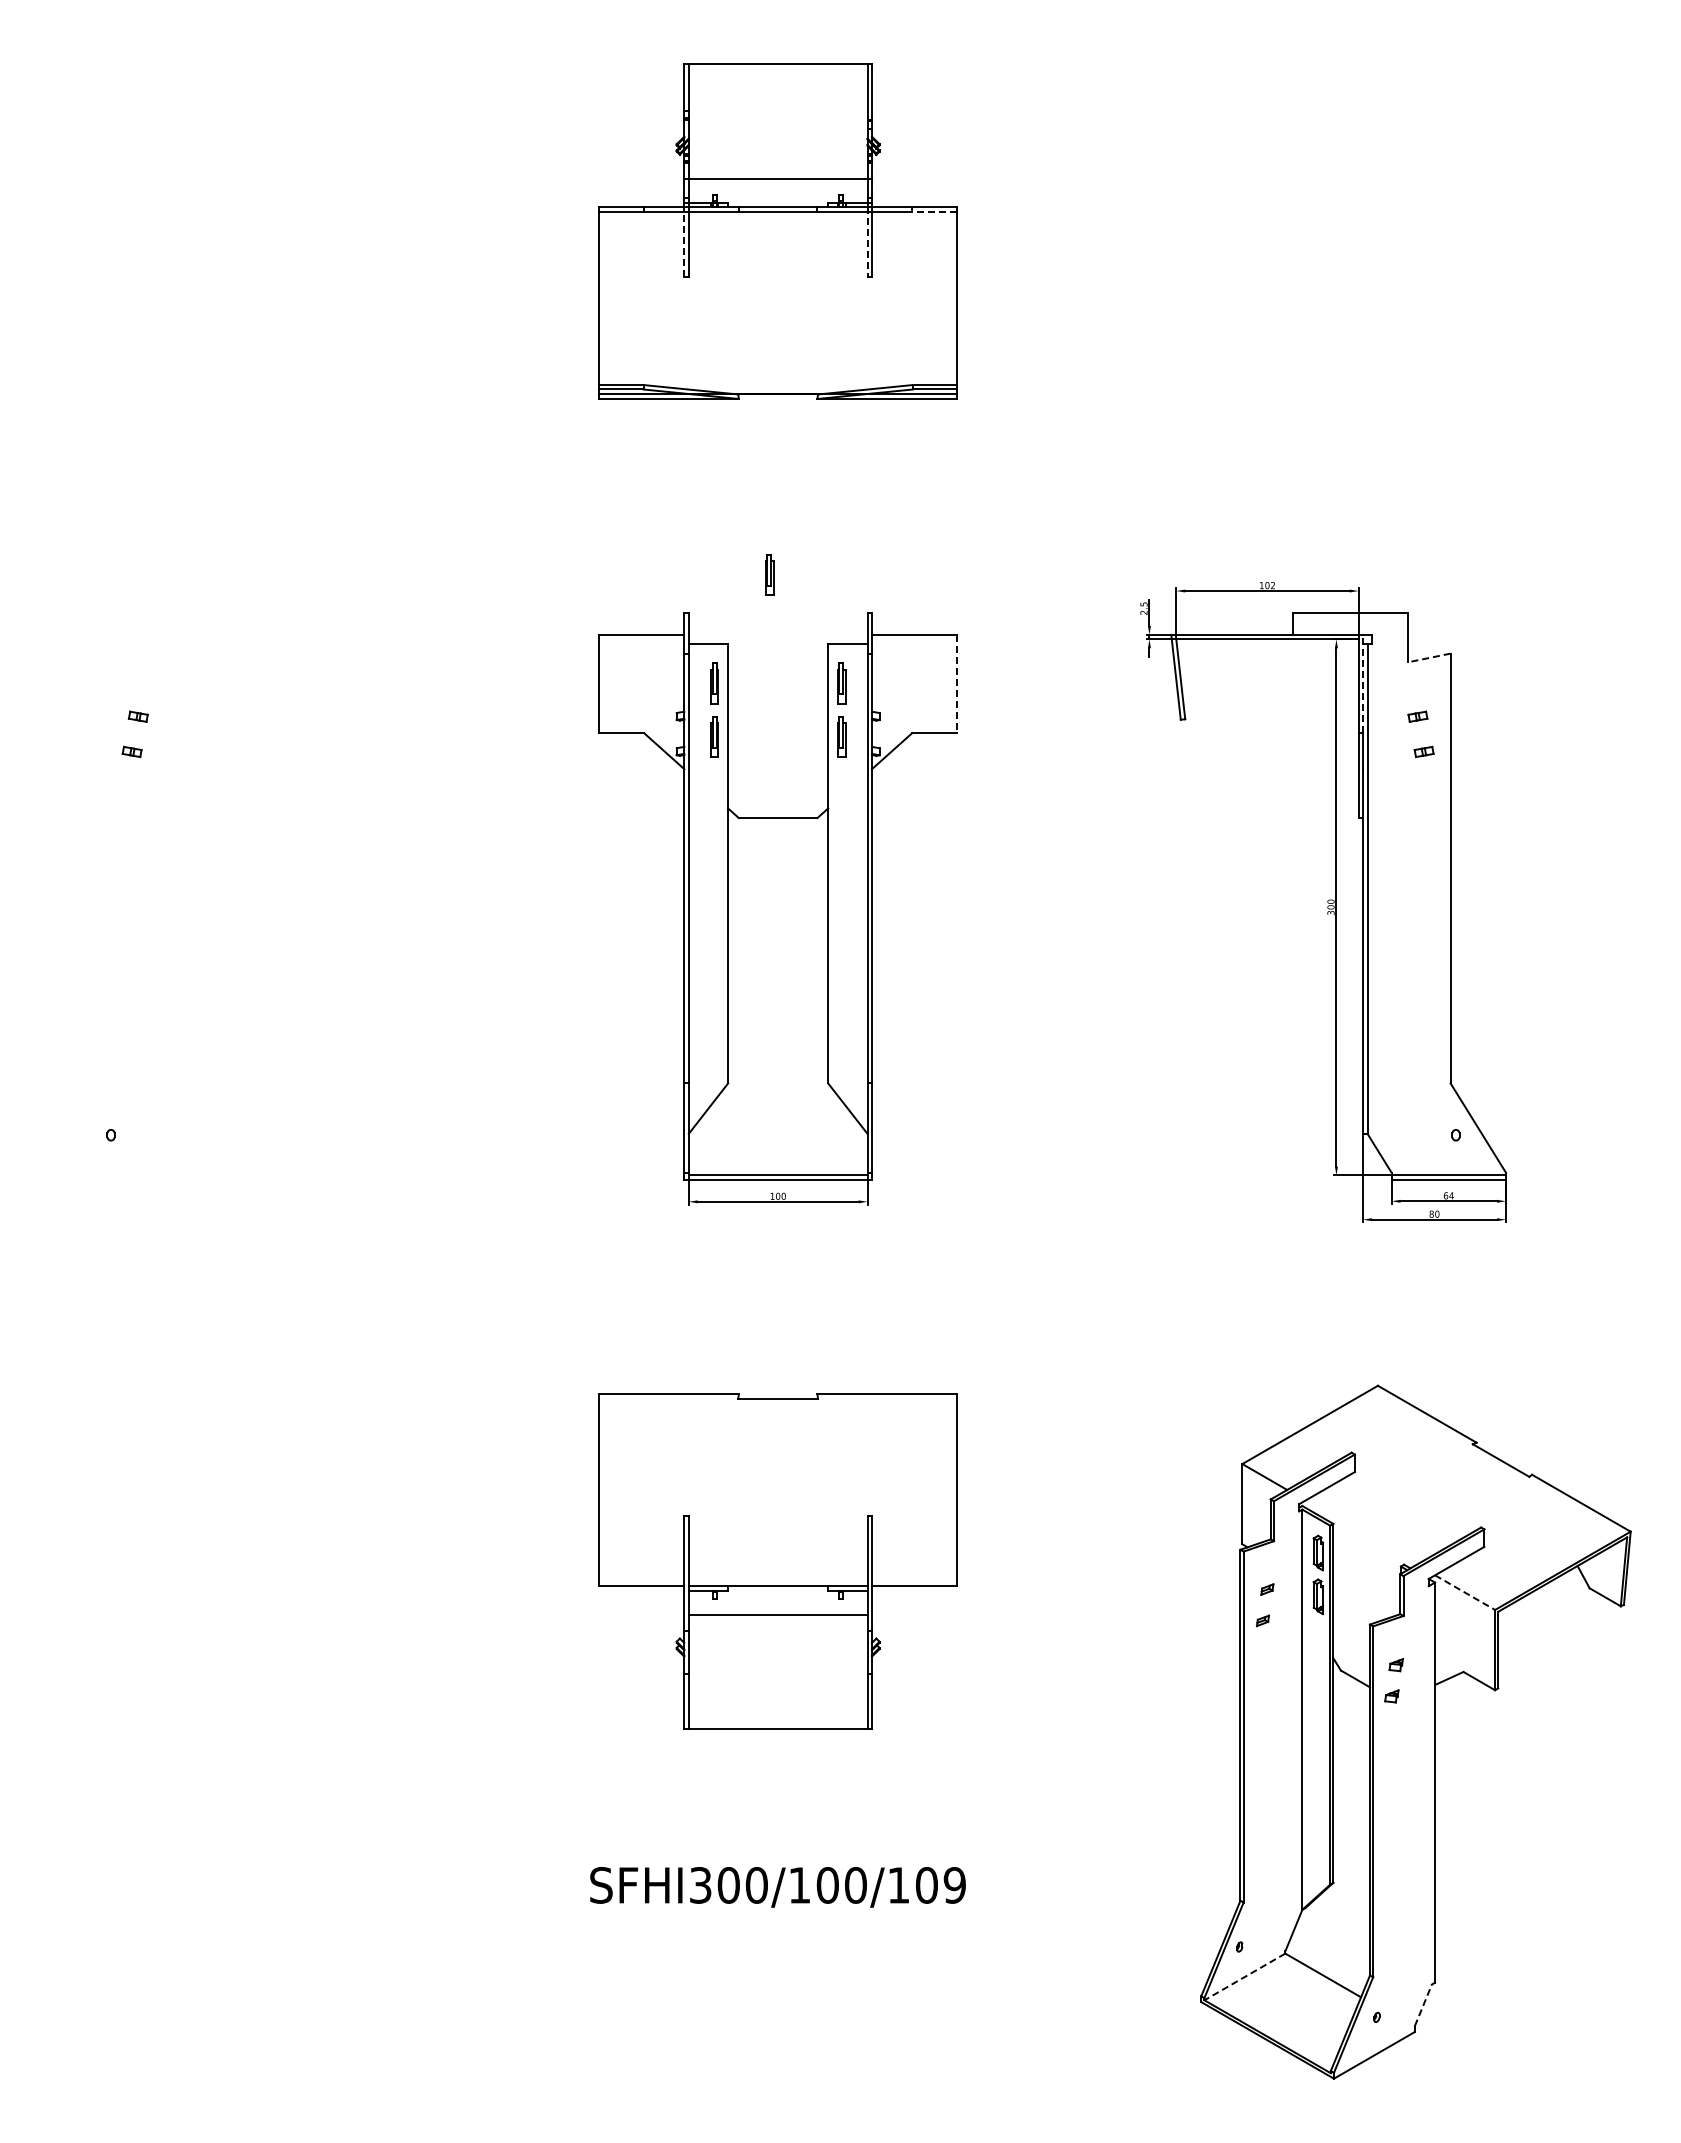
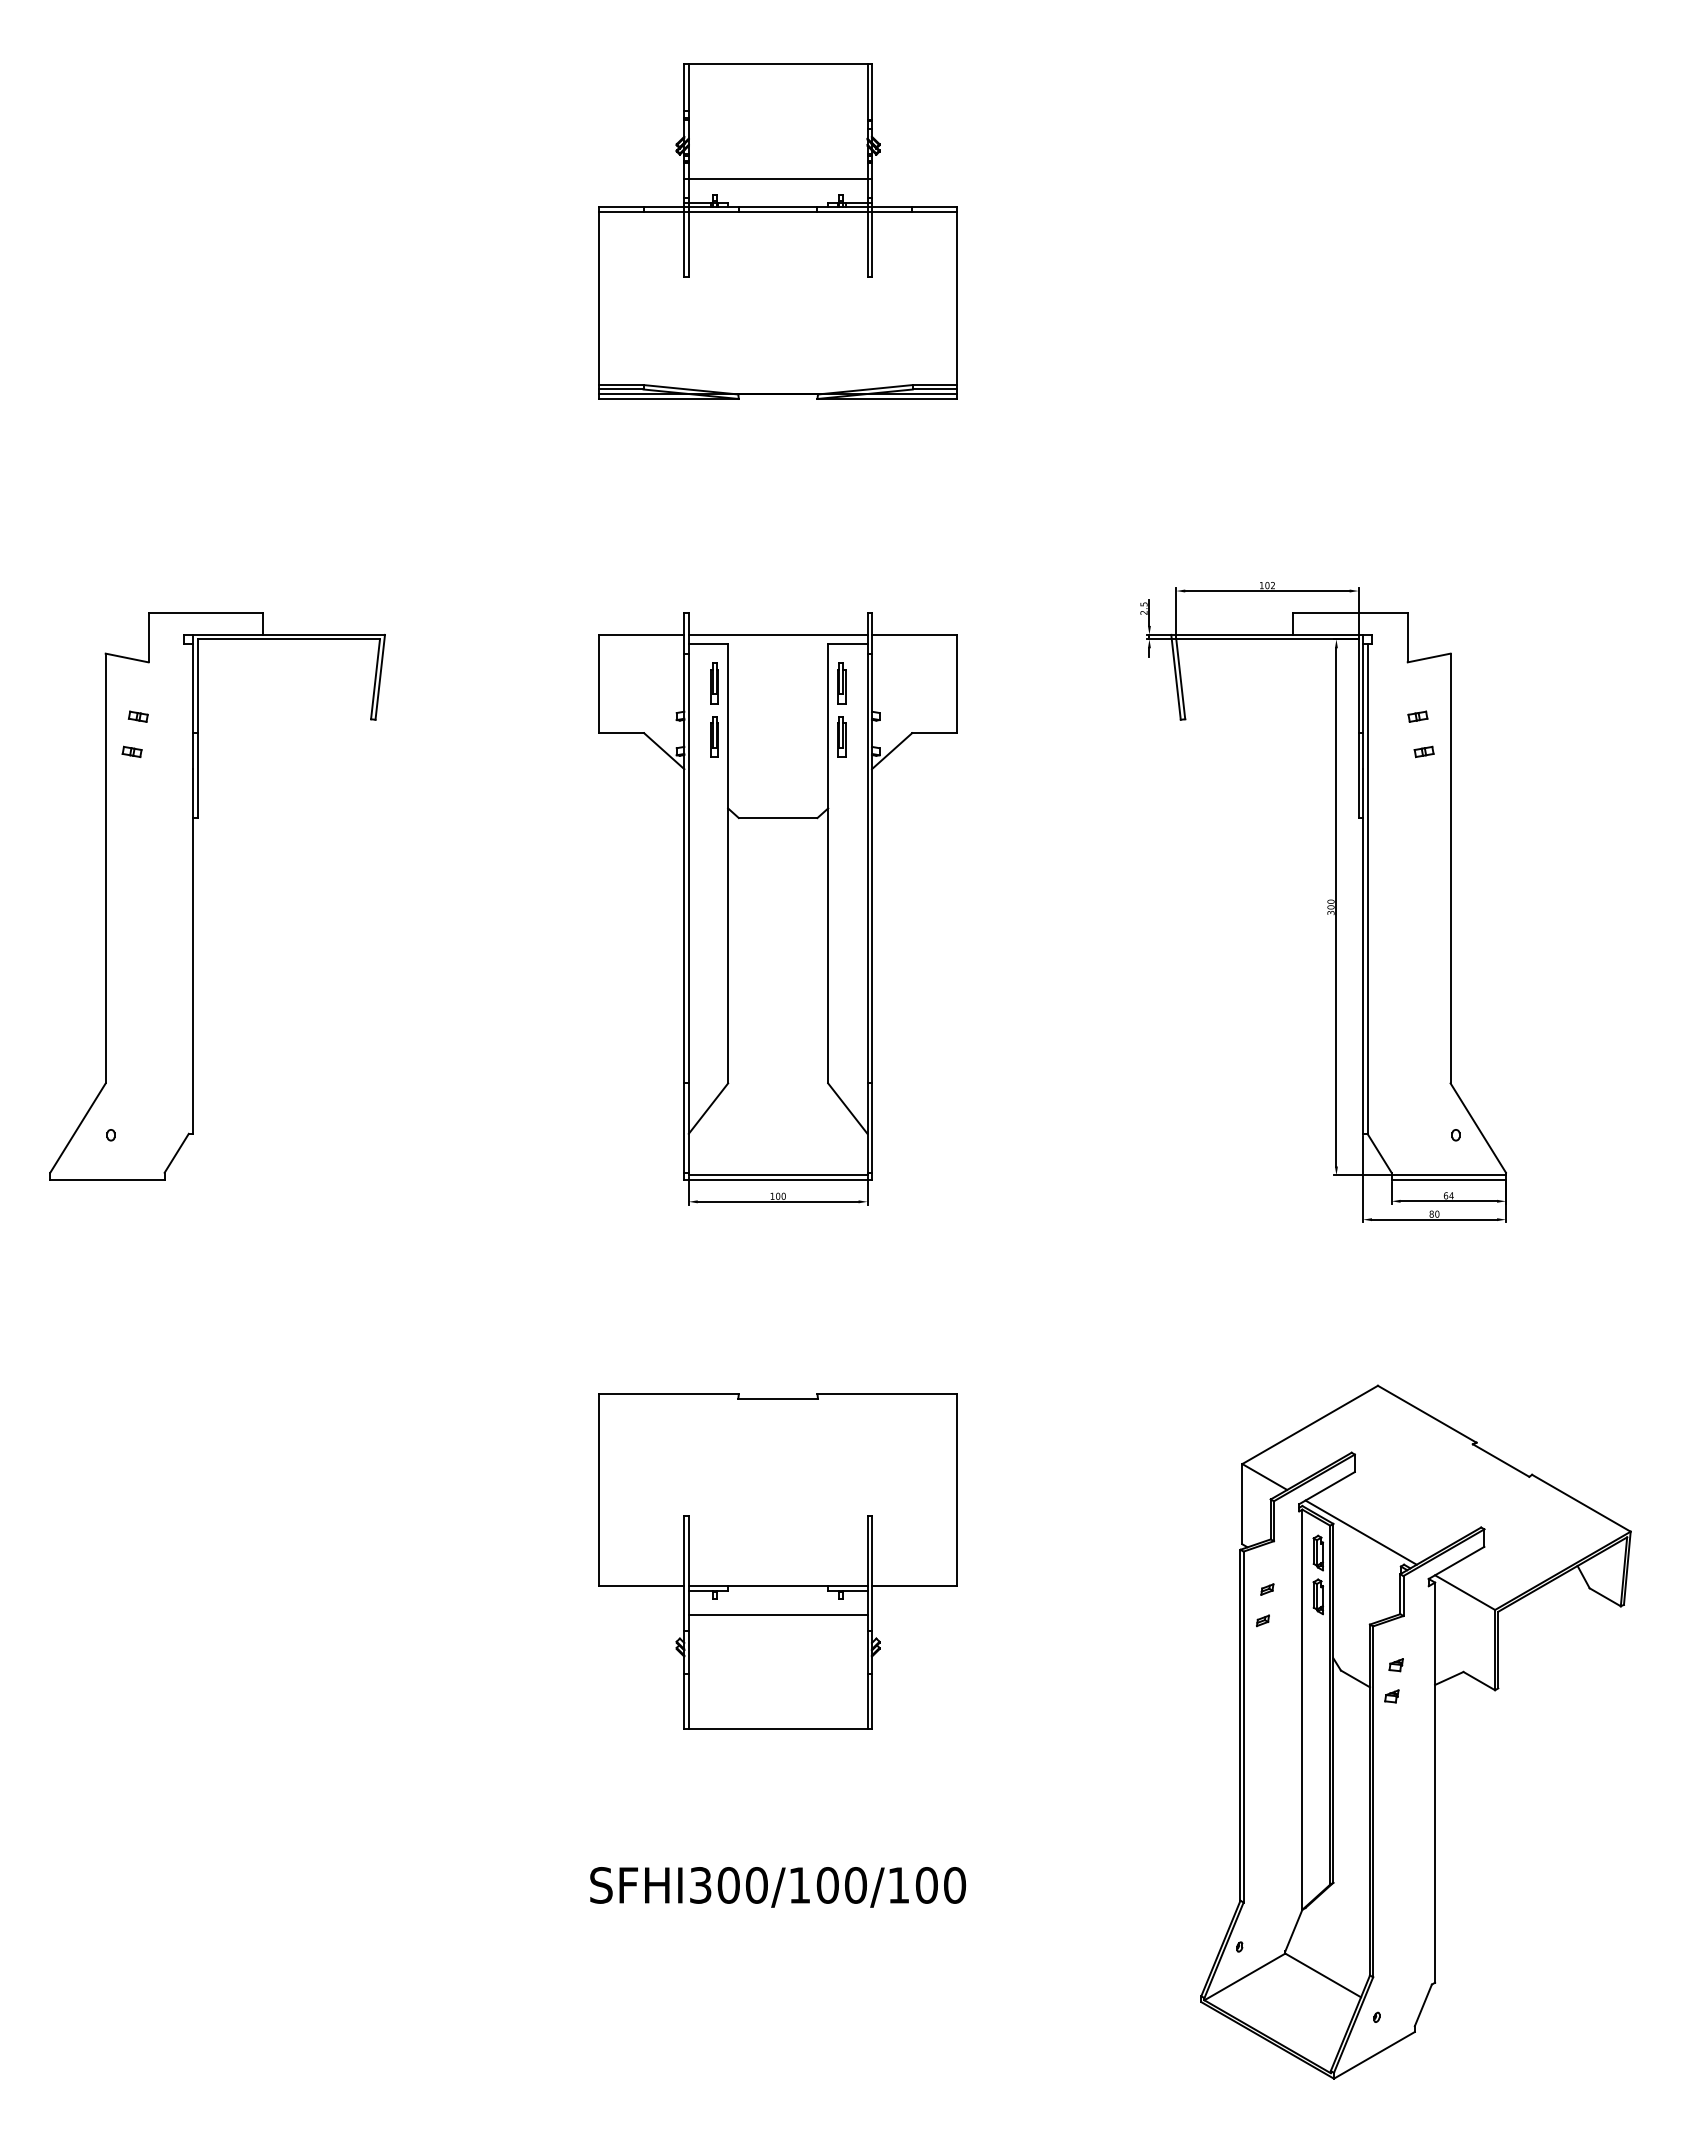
line at (934, 211): dashed -> solid
line at (684, 242): dashed -> solid
line at (867, 242): dashed -> solid
part at (769, 574): present -> none
line at (777, 634): none -> present
line at (1429, 658): dashed -> solid
line at (1363, 683): dashed -> solid
line at (956, 684): dashed -> solid
part at (193, 896): none -> present
line at (1360, 1532): none -> present
line at (1465, 1592): dashed -> solid
text at (954, 1885): SFHI300/100/109 -> SFHI300/100/100
line at (1244, 1976): dashed -> solid
line at (1423, 2004): dashed -> solid
